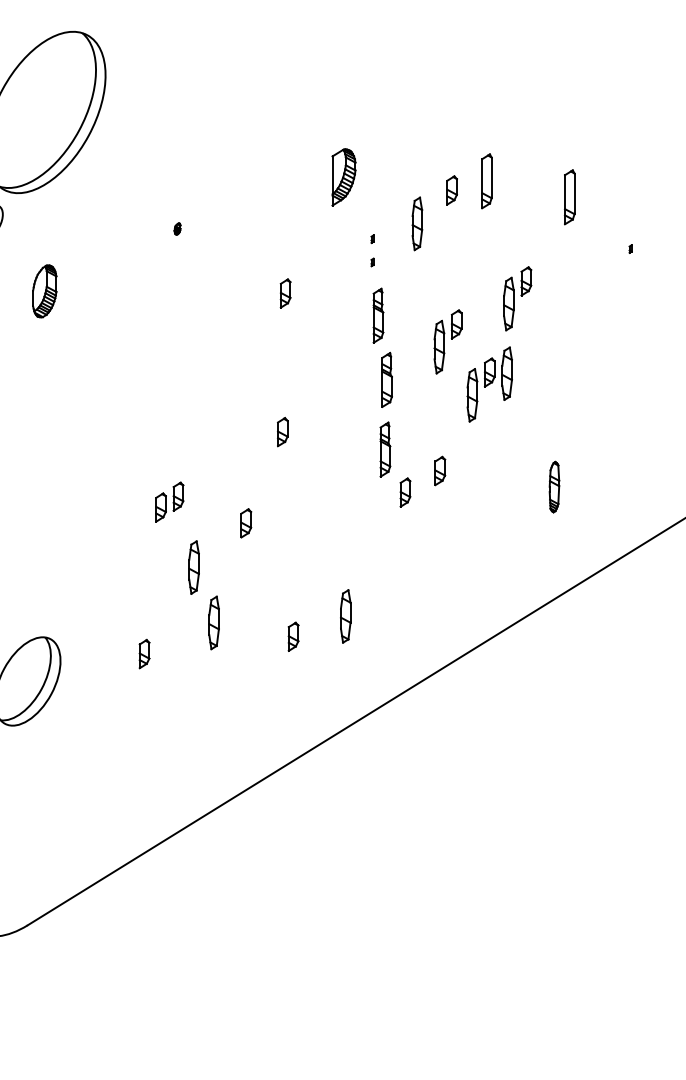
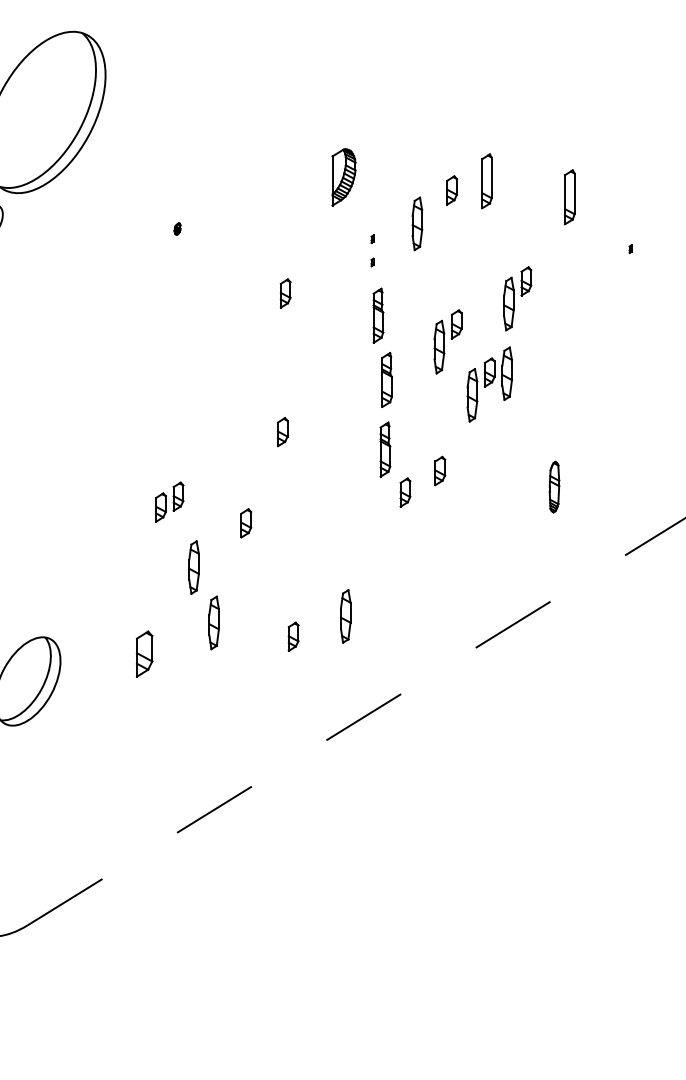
part at (44, 291): present -> none
part at (144, 653) size: 13x32 px -> 19x48 px
line at (356, 721): solid -> dashed
